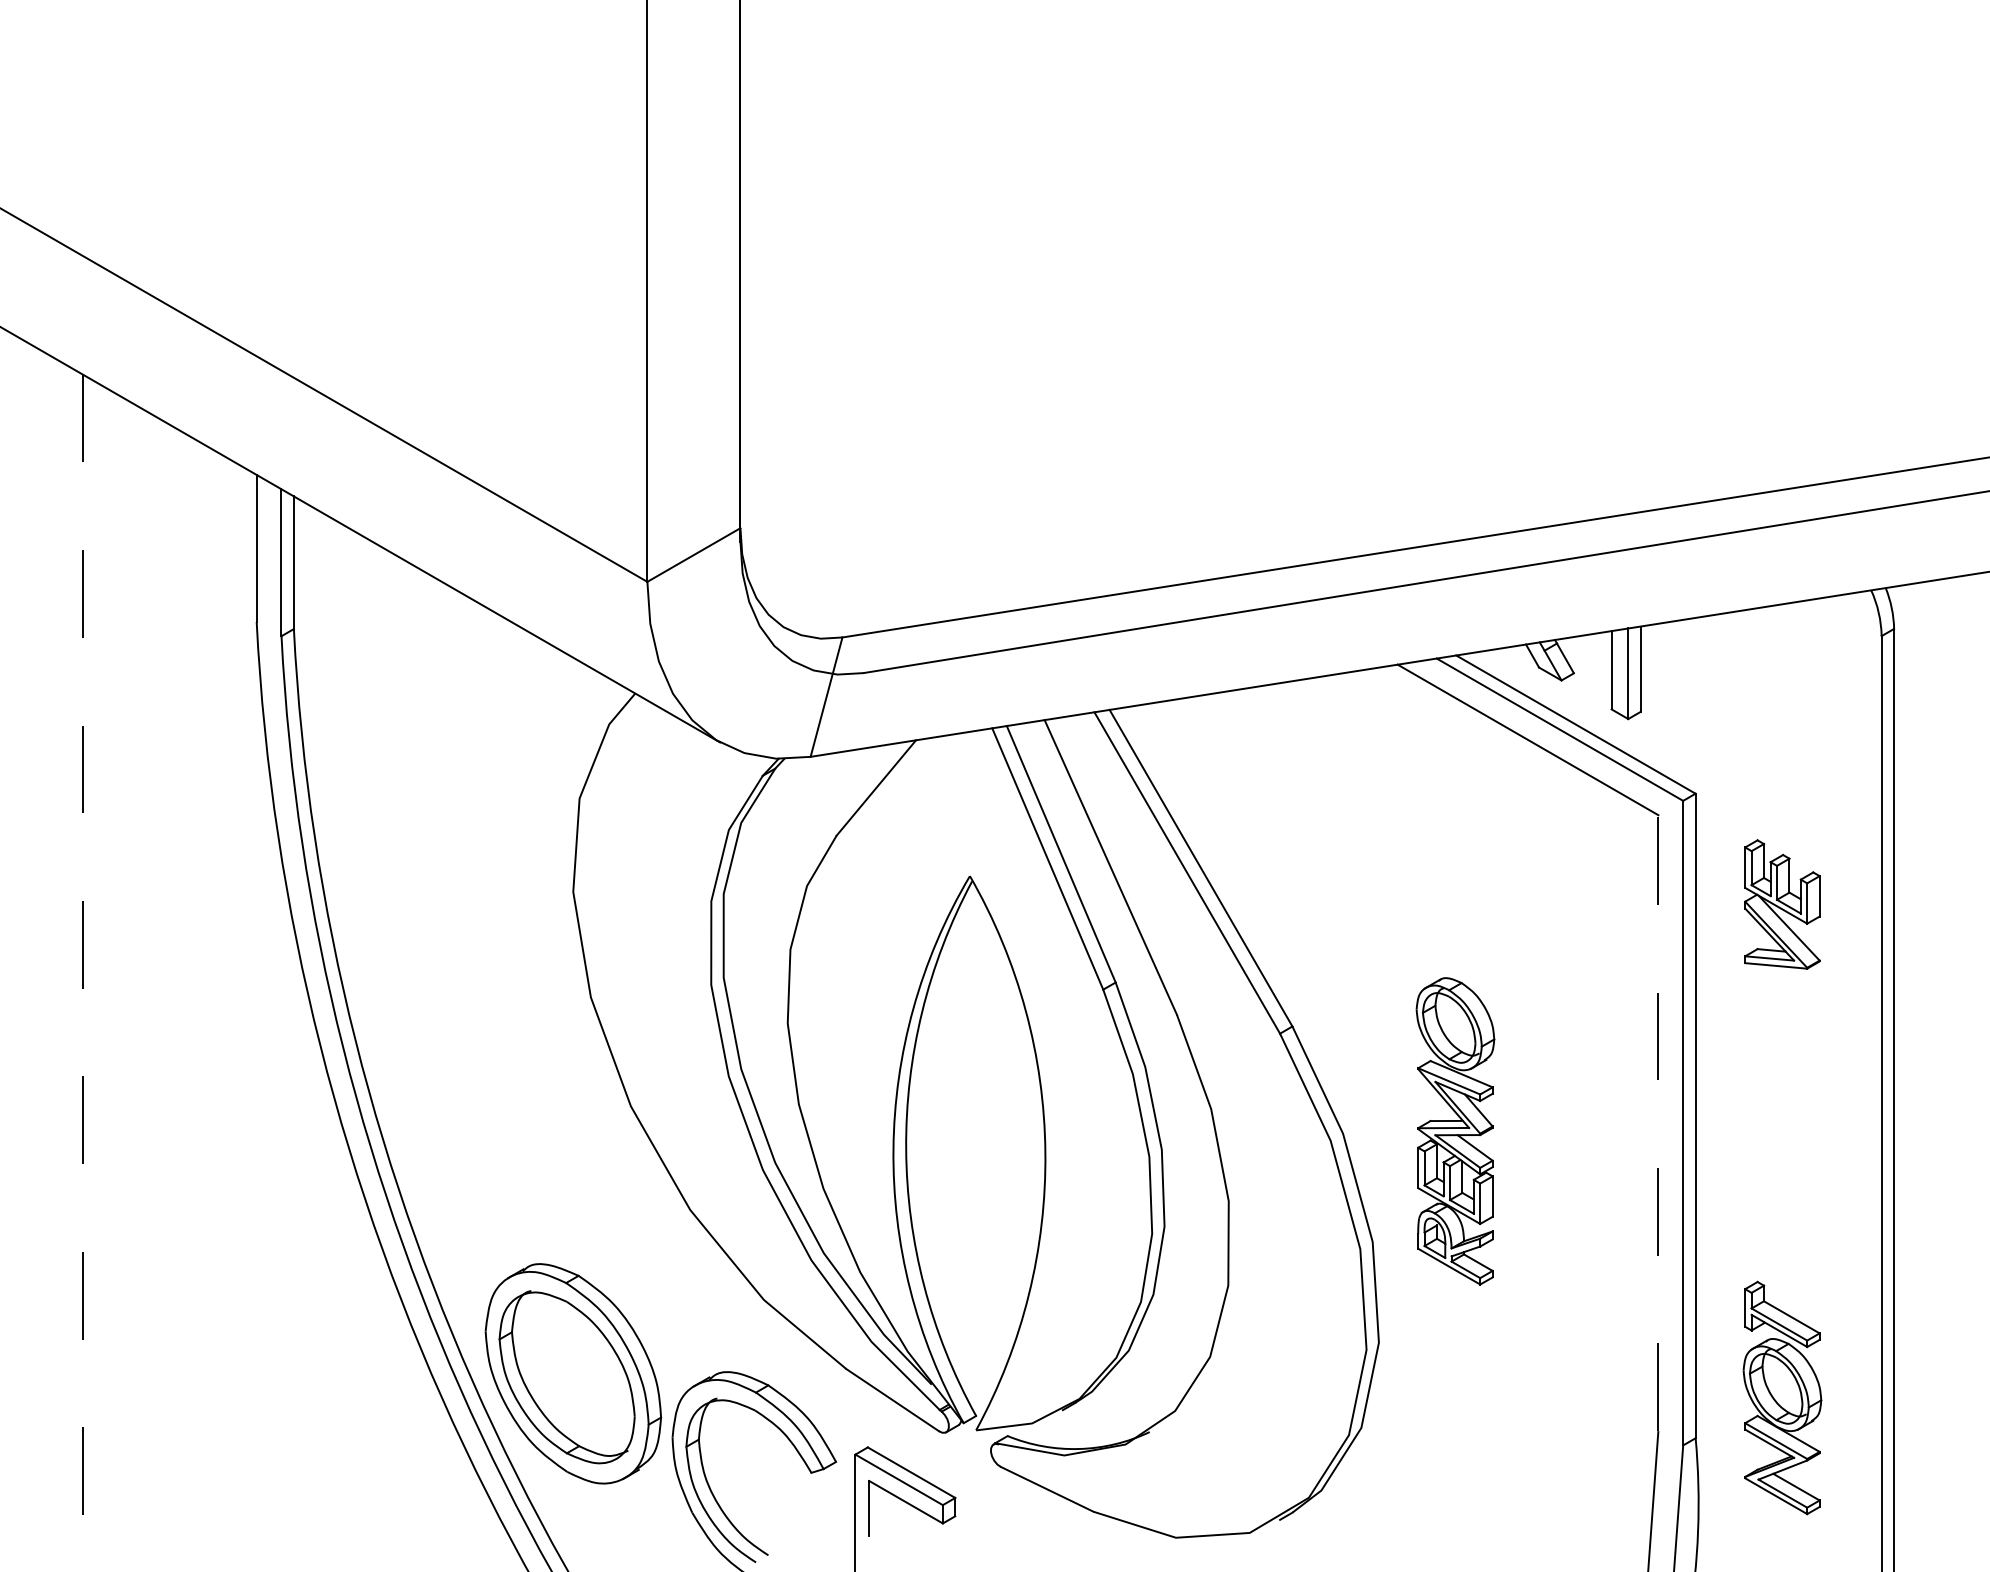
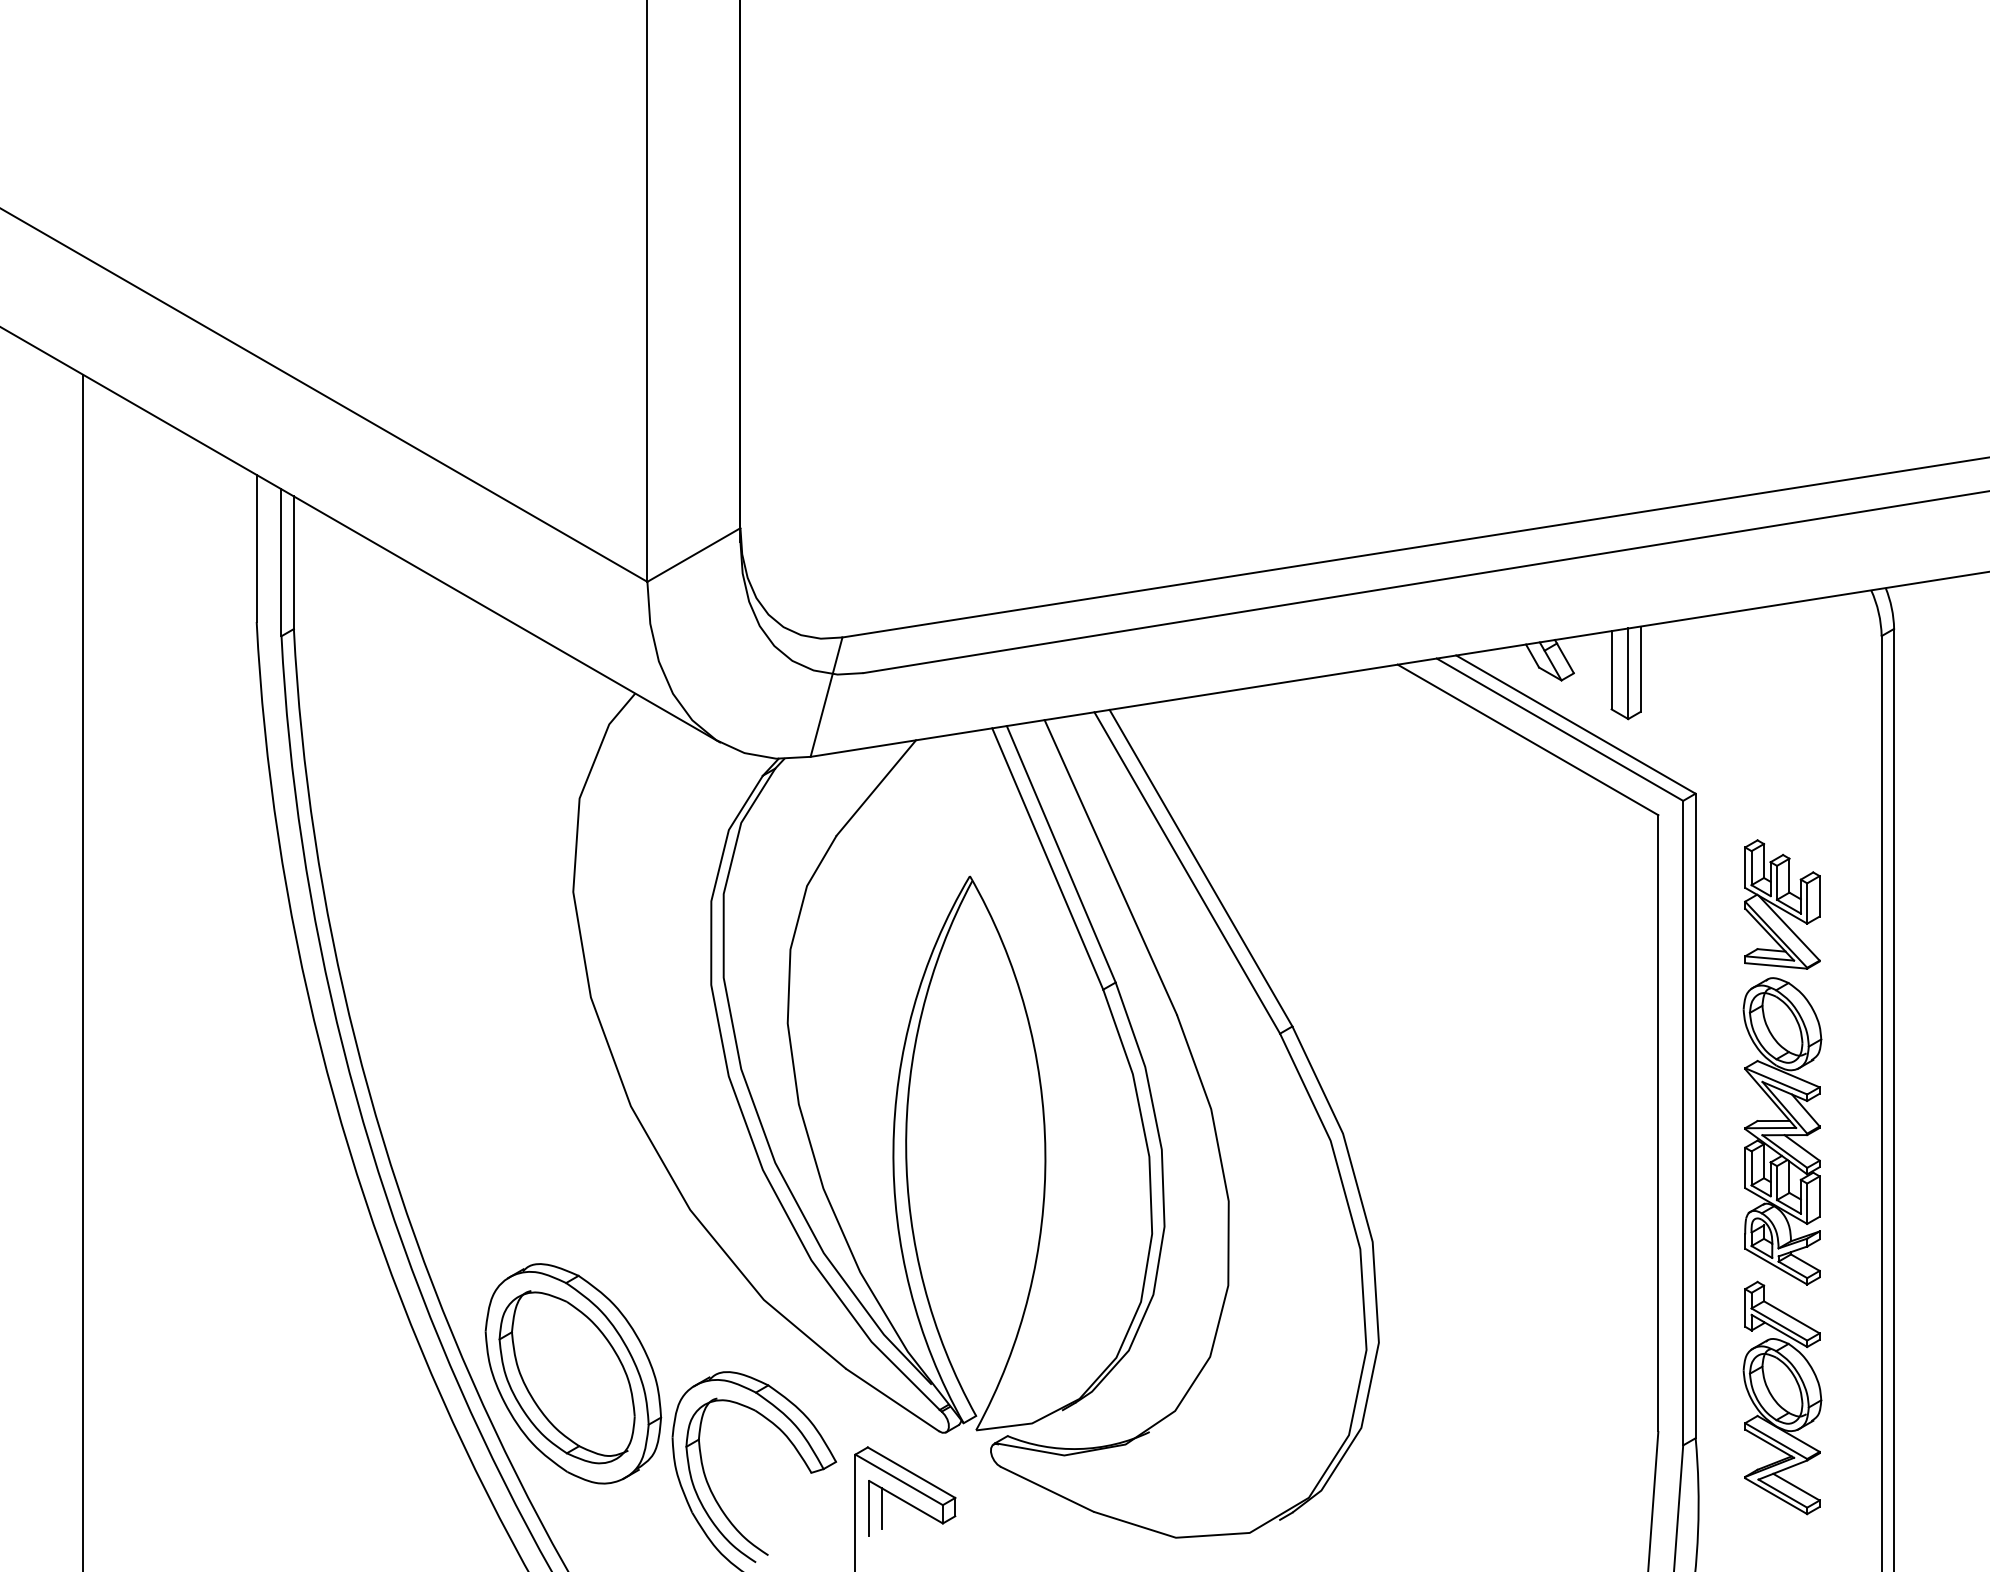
line at (83, 973): dashed -> solid
line at (1658, 1123): dashed -> solid
part at (1455, 1131) position: (1455, 1131) -> (1782, 1131)
line at (881, 1508): none -> present
